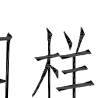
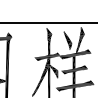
line at (48, 23): none -> present
